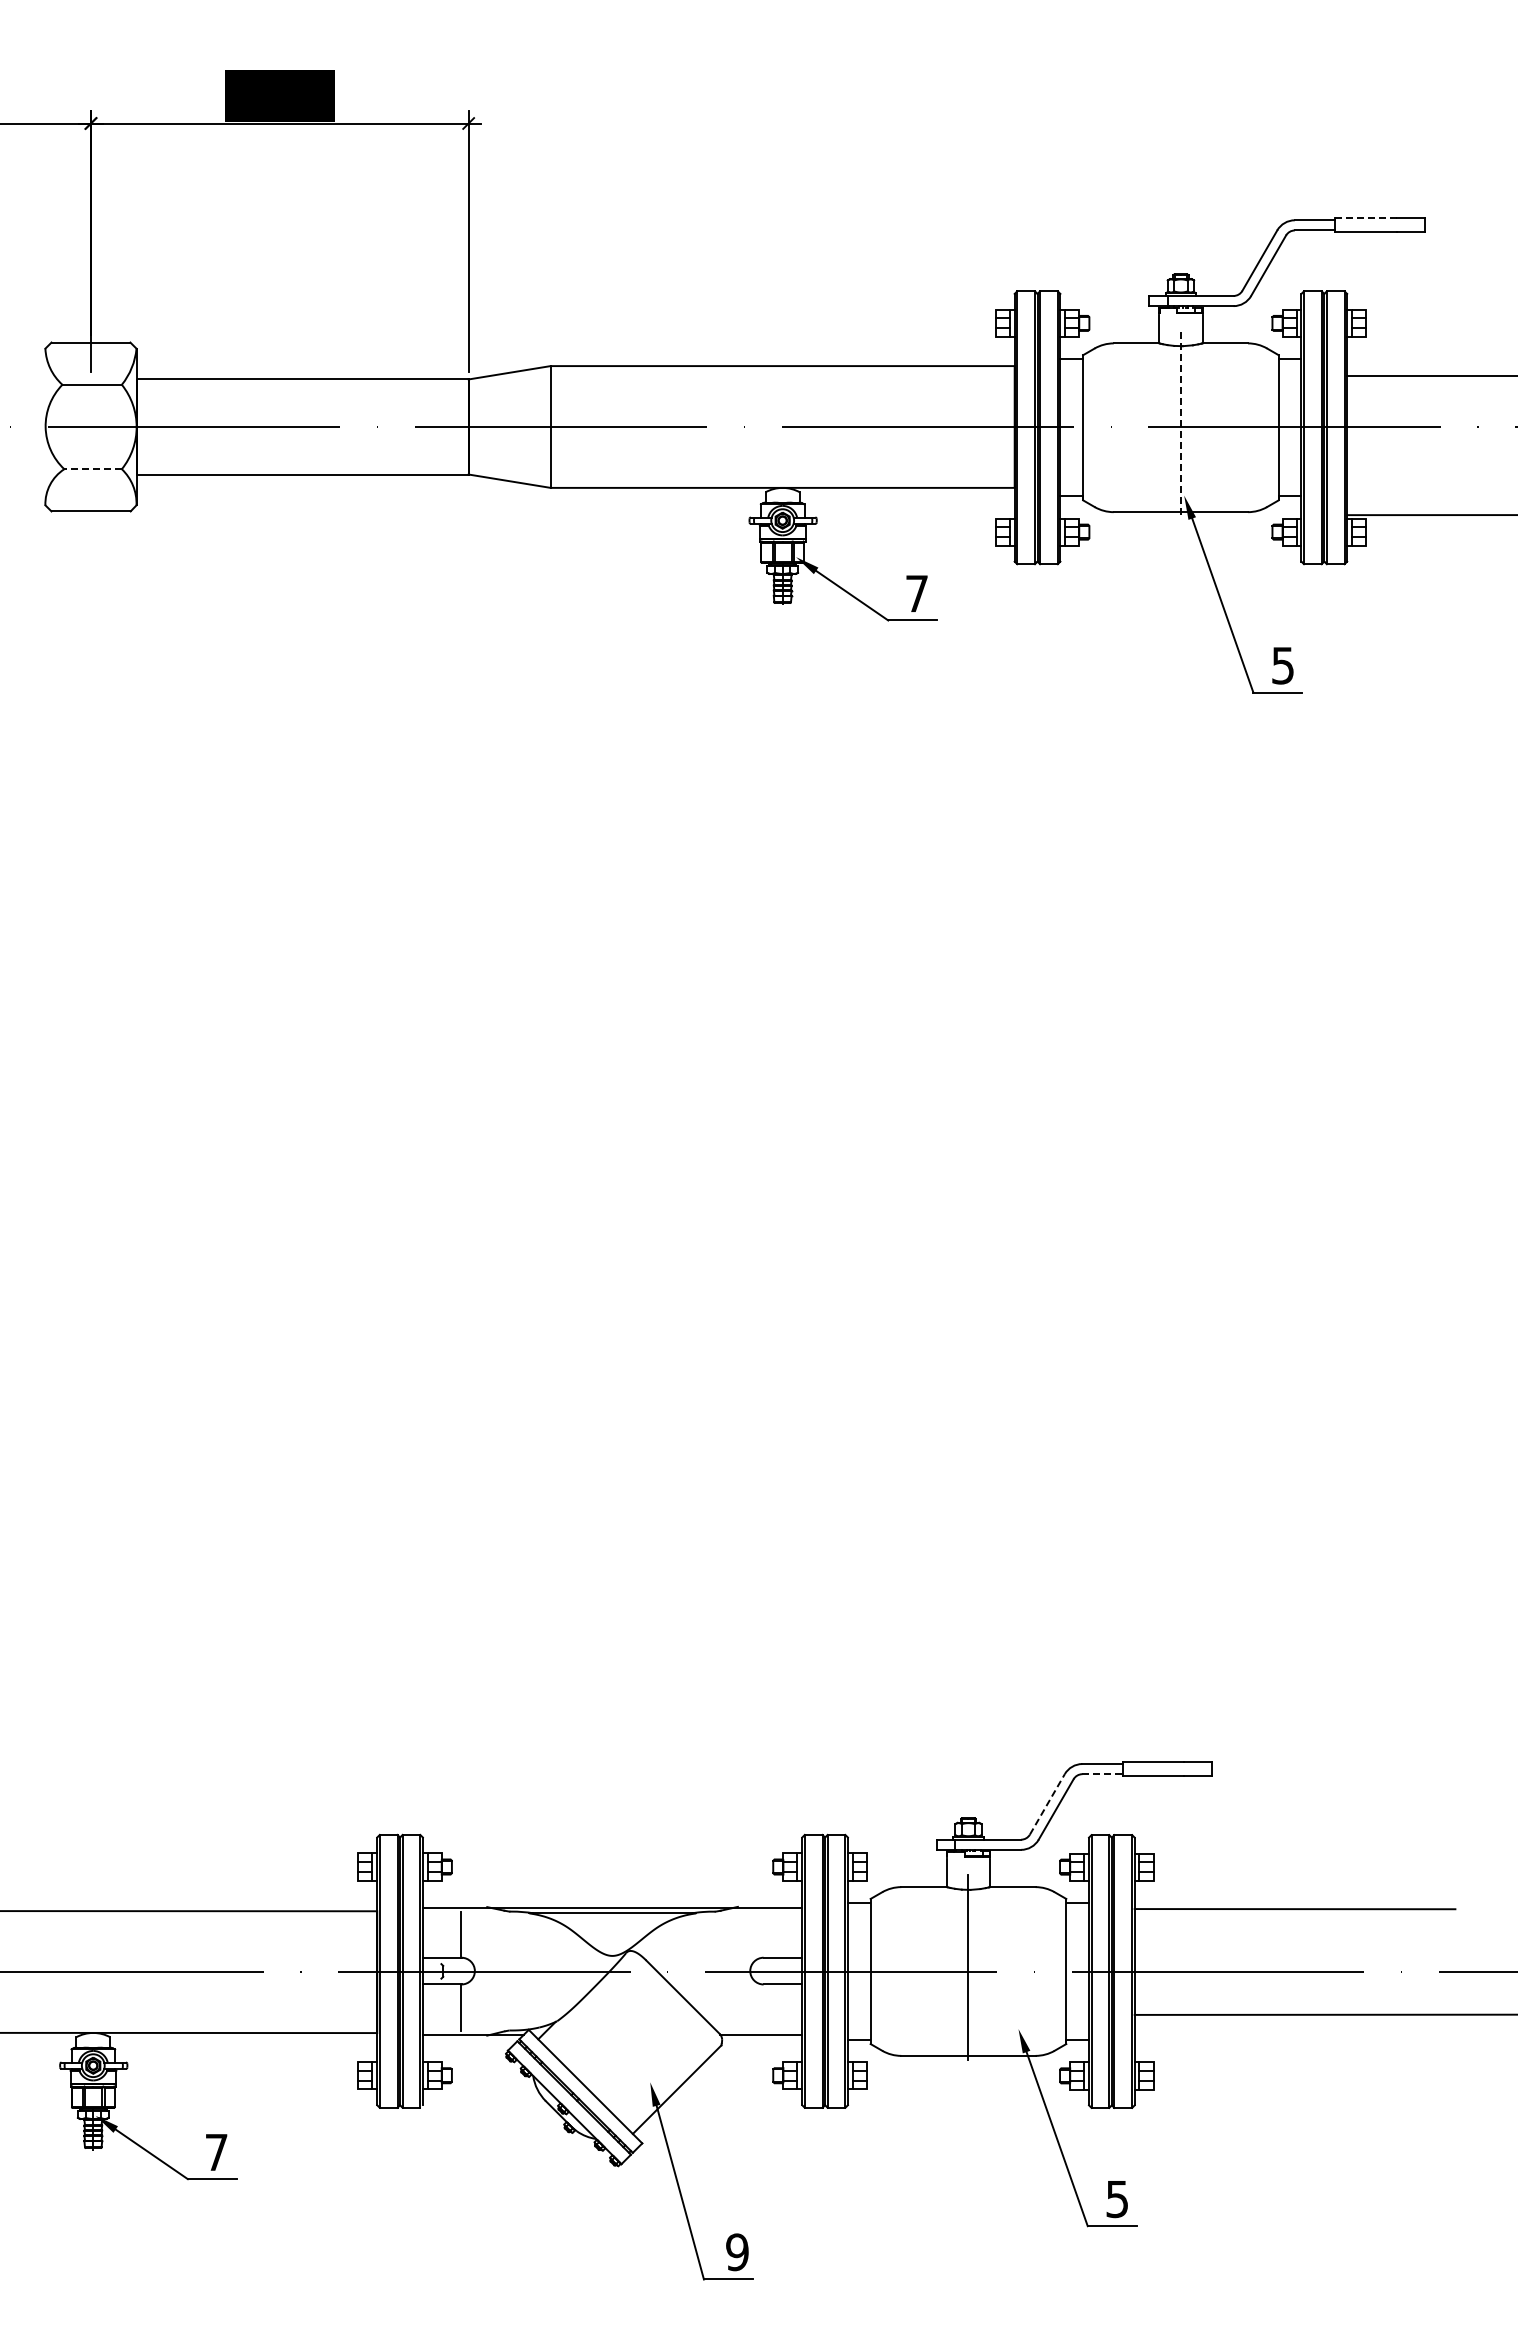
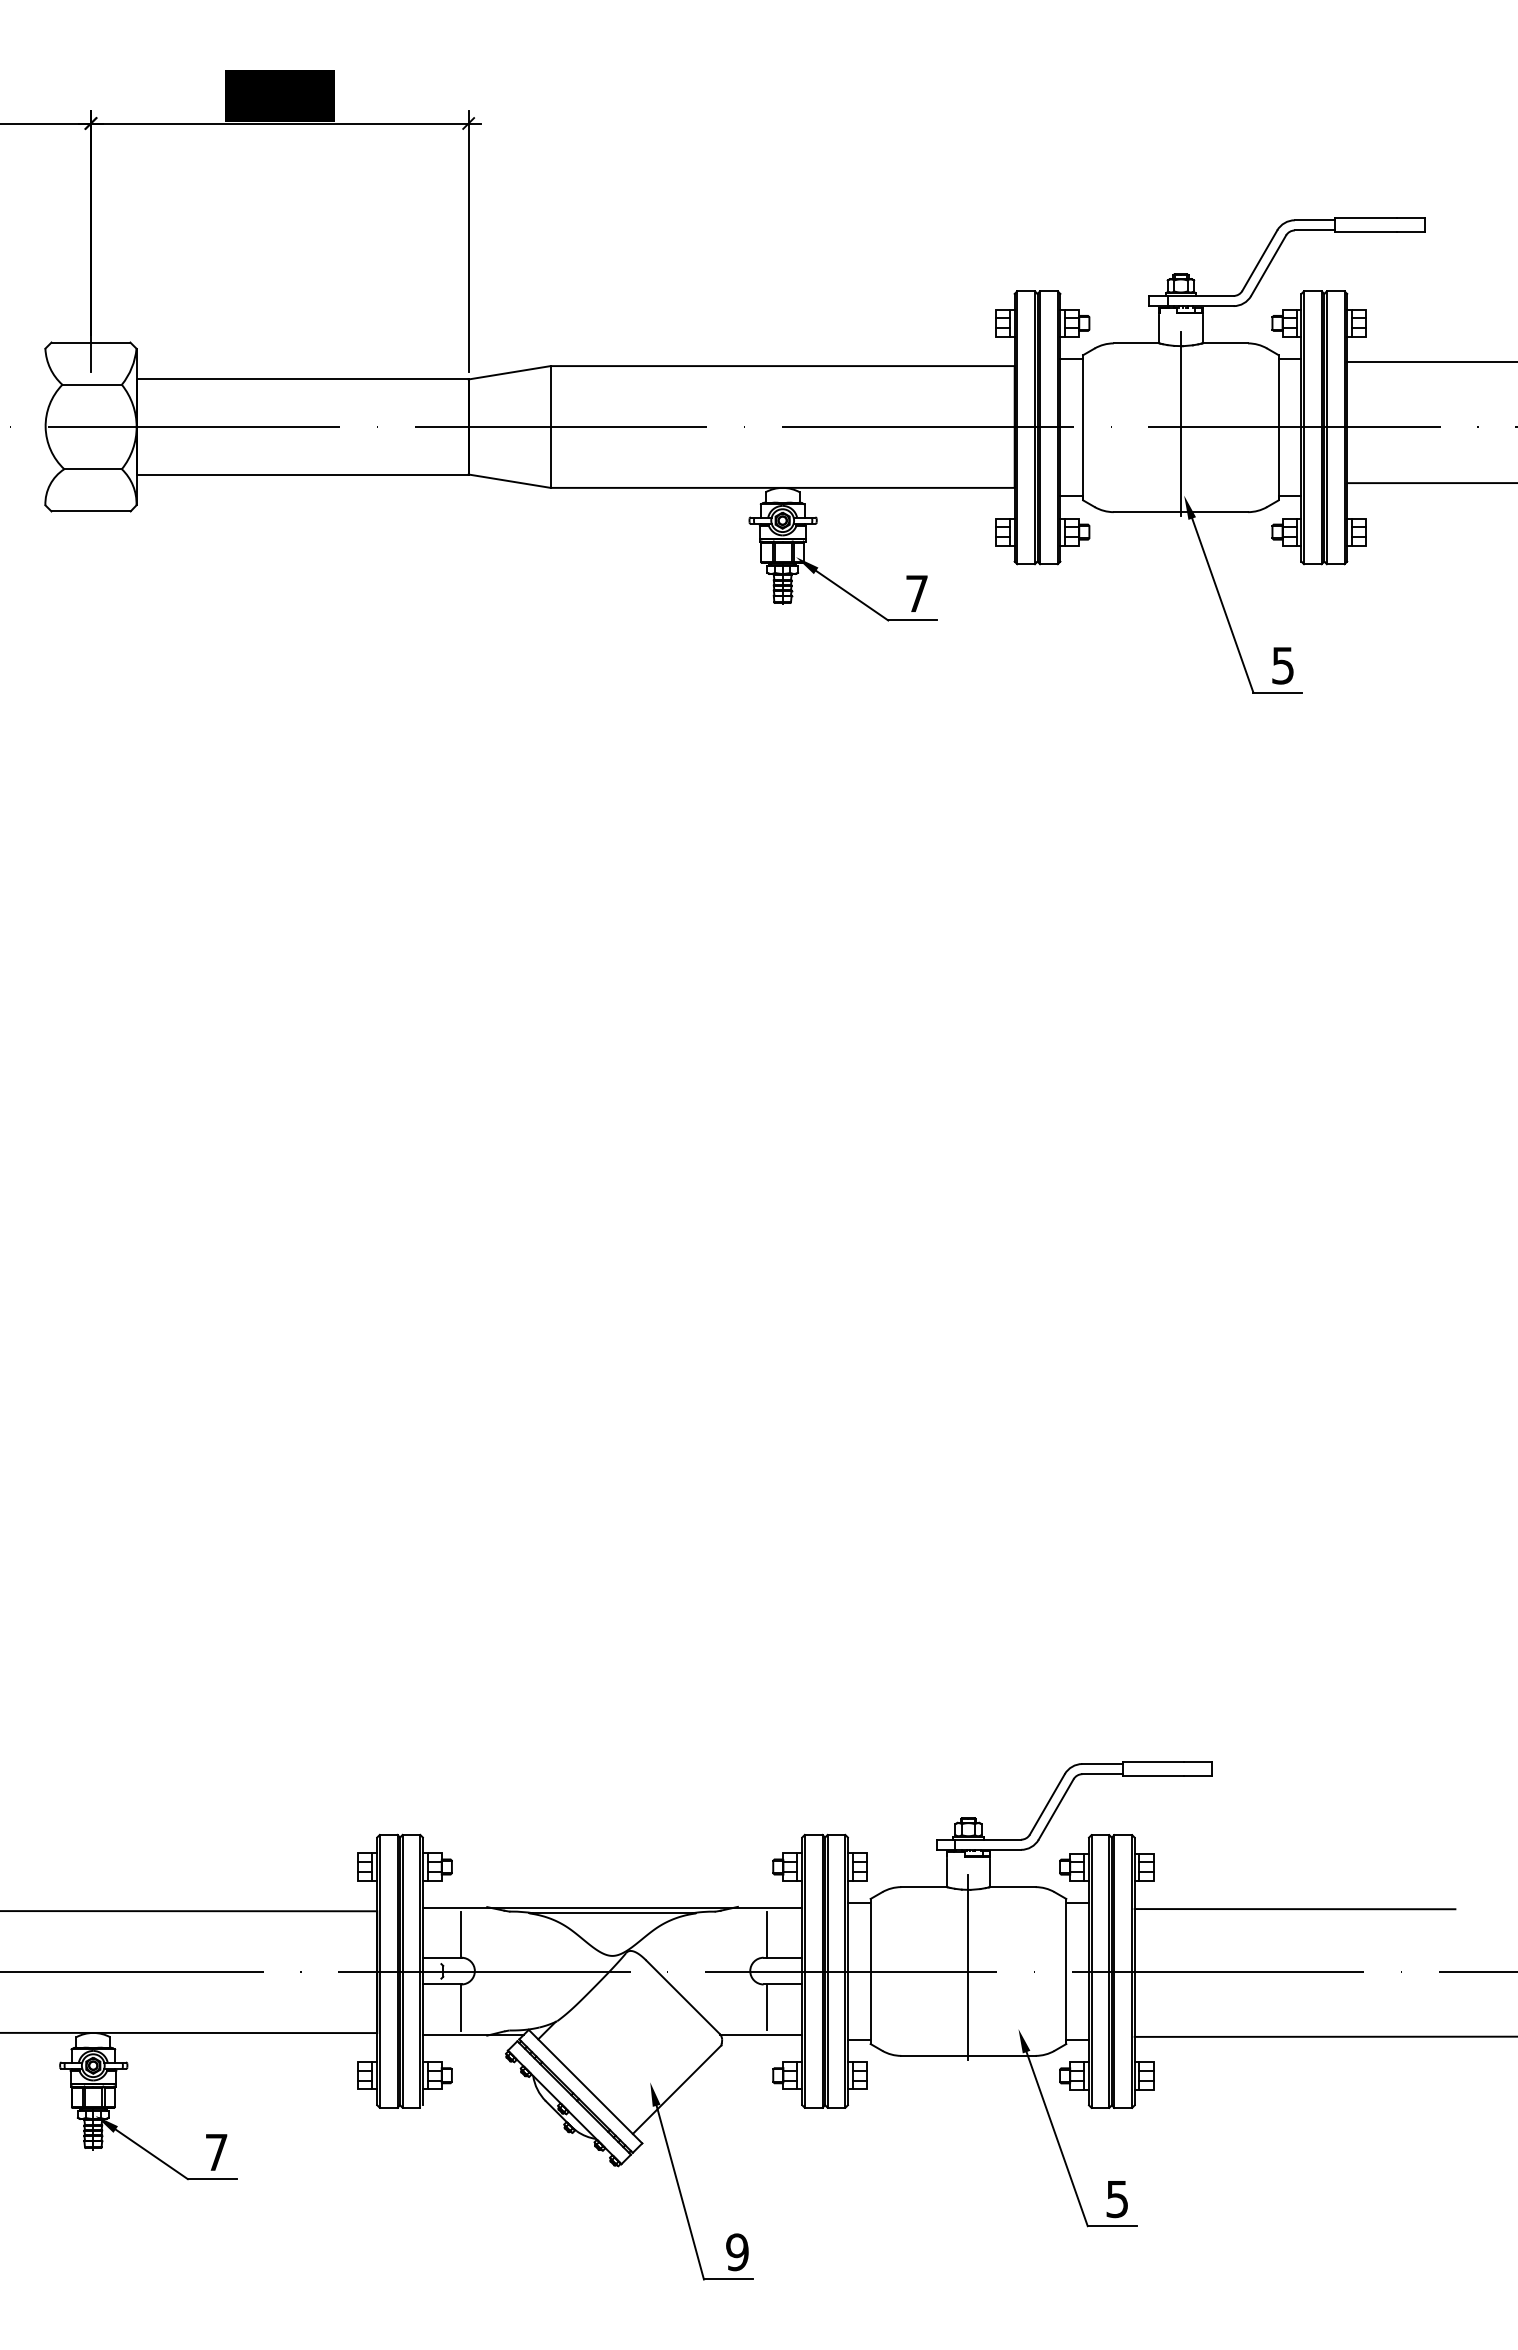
line at (1365, 218): dashed -> solid
line at (1430, 376) position: (1430, 376) -> (1430, 362)
line at (1180, 424): dashed -> solid
line at (93, 469): dashed -> solid
line at (1430, 515) position: (1430, 515) -> (1430, 483)
line at (1103, 1774): dashed -> solid
line at (1047, 1804): dashed -> solid
line at (766, 1934): none -> present
line at (766, 2006): none -> present
line at (1324, 2014) position: (1324, 2014) -> (1324, 2036)
